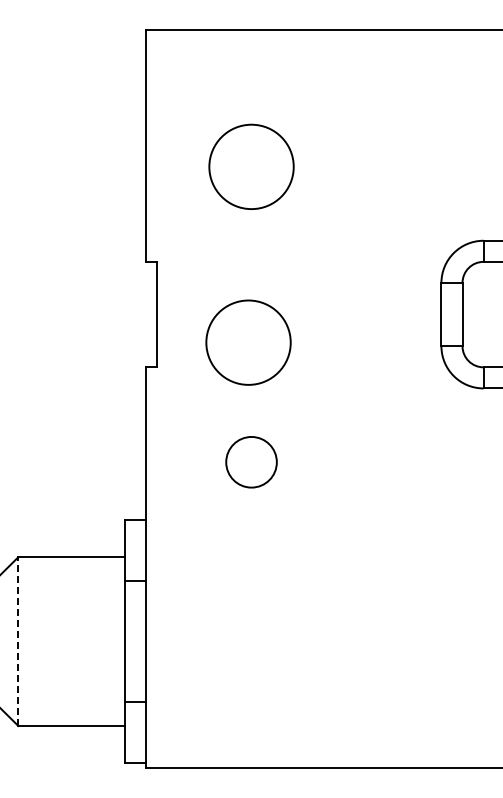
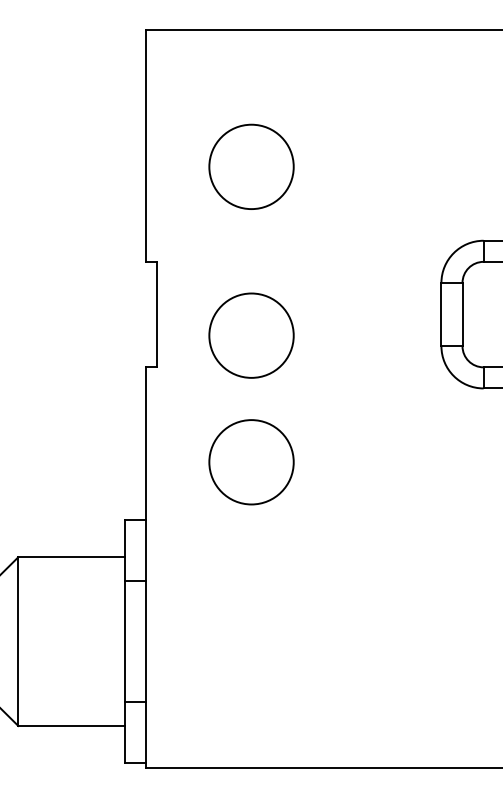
circle at (248, 342) position: (248, 342) -> (251, 335)
circle at (251, 461) diameter: 51 px -> 84 px
line at (18, 641): dashed -> solid
